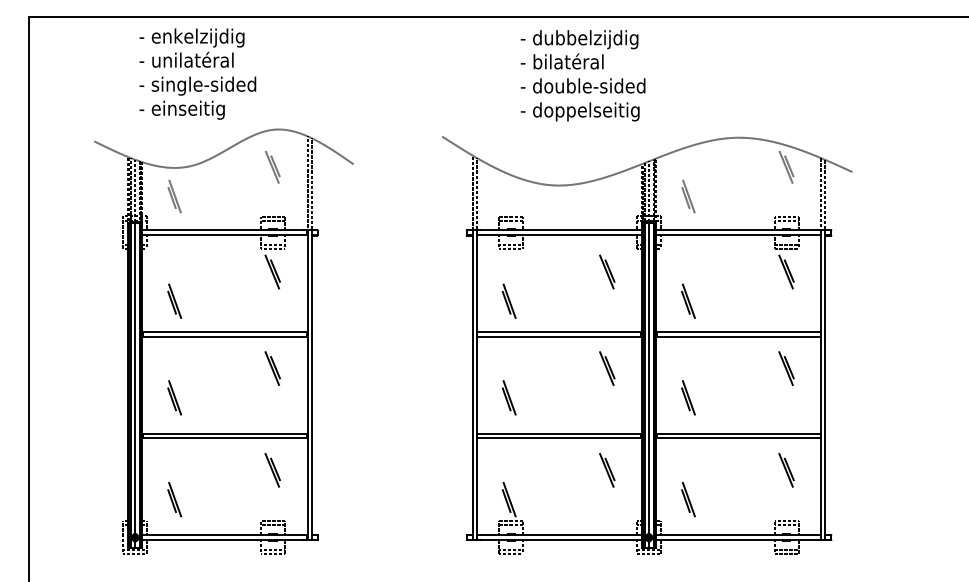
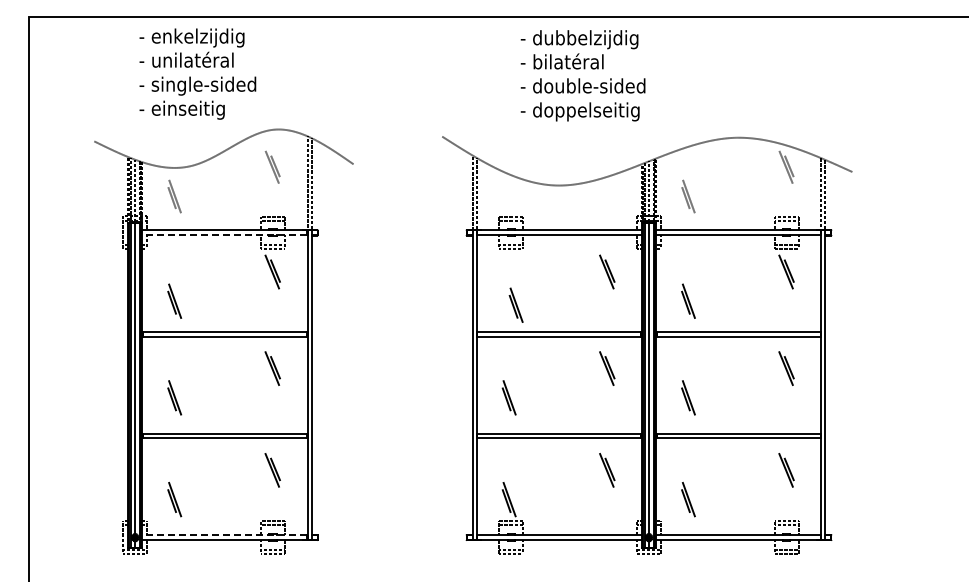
line at (224, 235): solid -> dashed
part at (508, 300) position: (508, 300) -> (515, 304)
line at (224, 535): solid -> dashed
